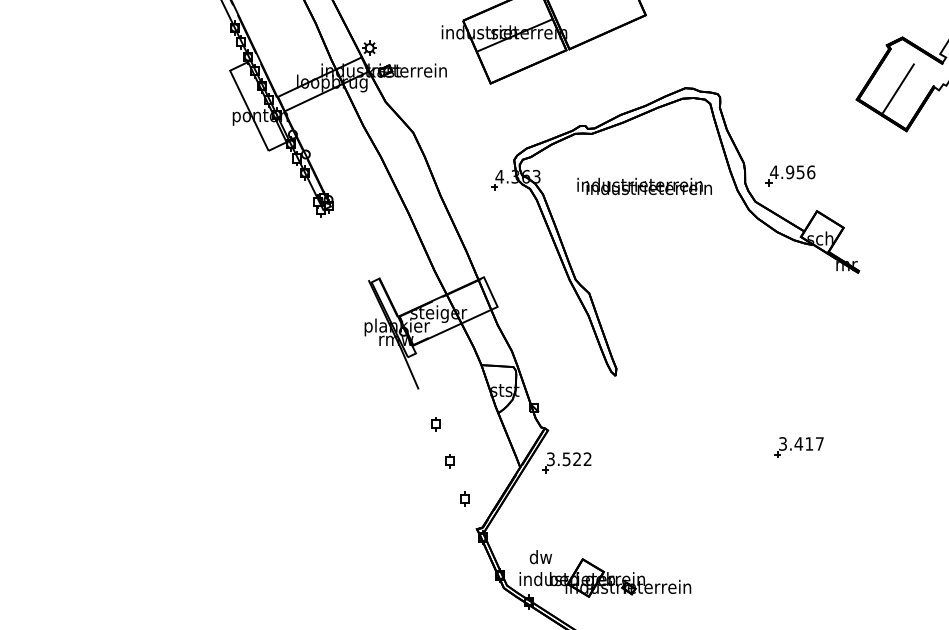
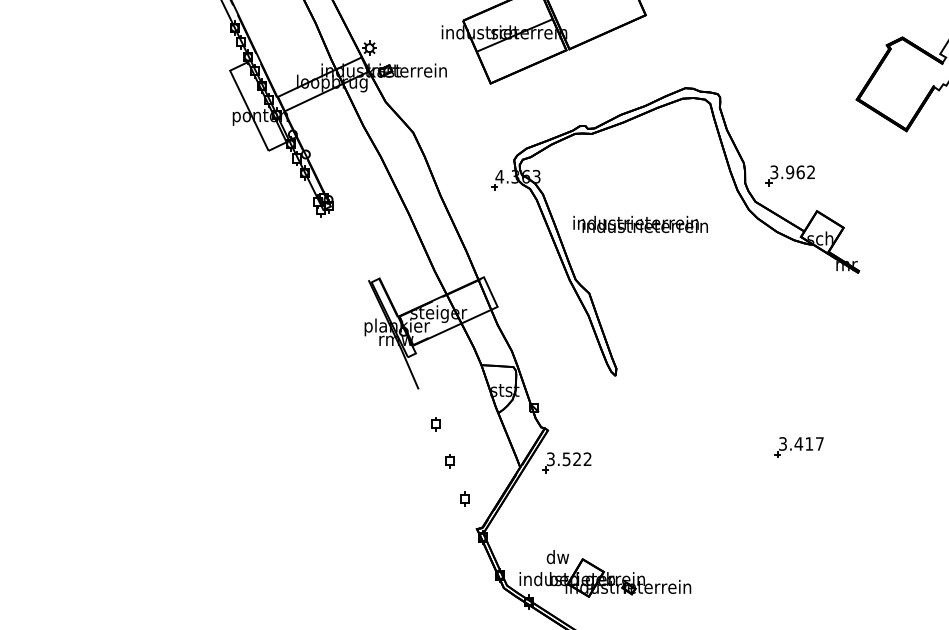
line at (898, 88): present -> none
text at (792, 172): 4.956 -> 3.962
text at (644, 186) position: (644, 186) -> (640, 224)
text at (540, 557) position: (540, 557) -> (557, 557)
